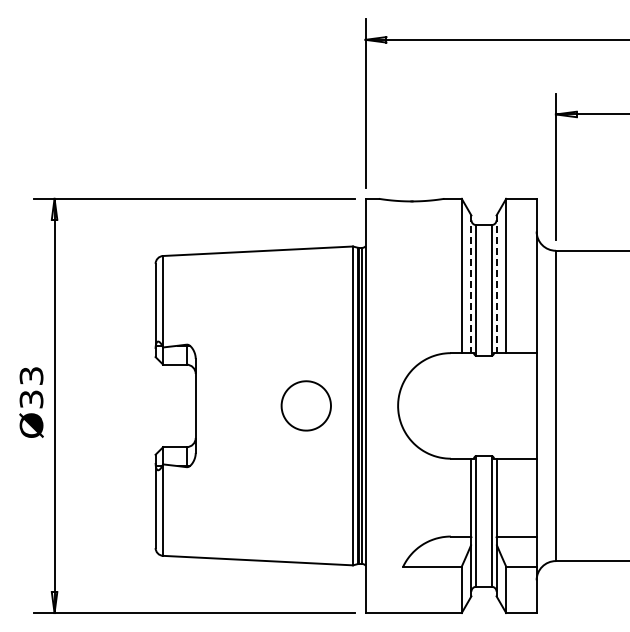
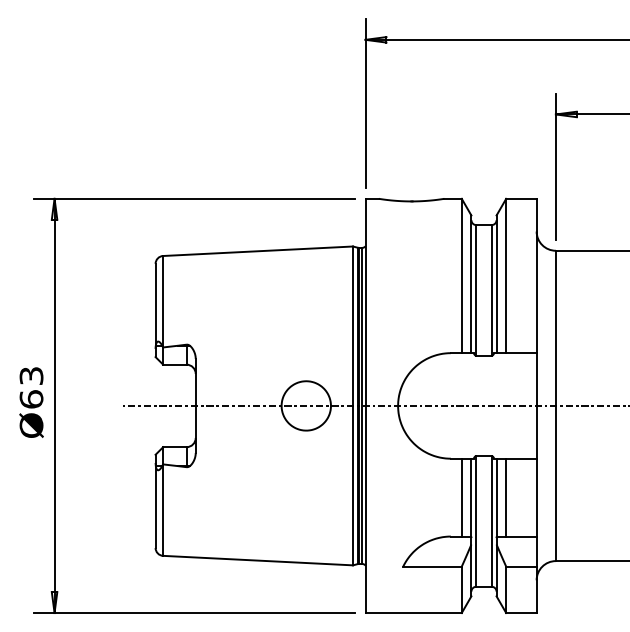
line at (471, 284): dashed -> solid
line at (496, 284): dashed -> solid
text at (31, 399): Ø33 -> Ø63
line at (373, 405): none -> present
line at (461, 497): none -> present
line at (506, 497): none -> present
